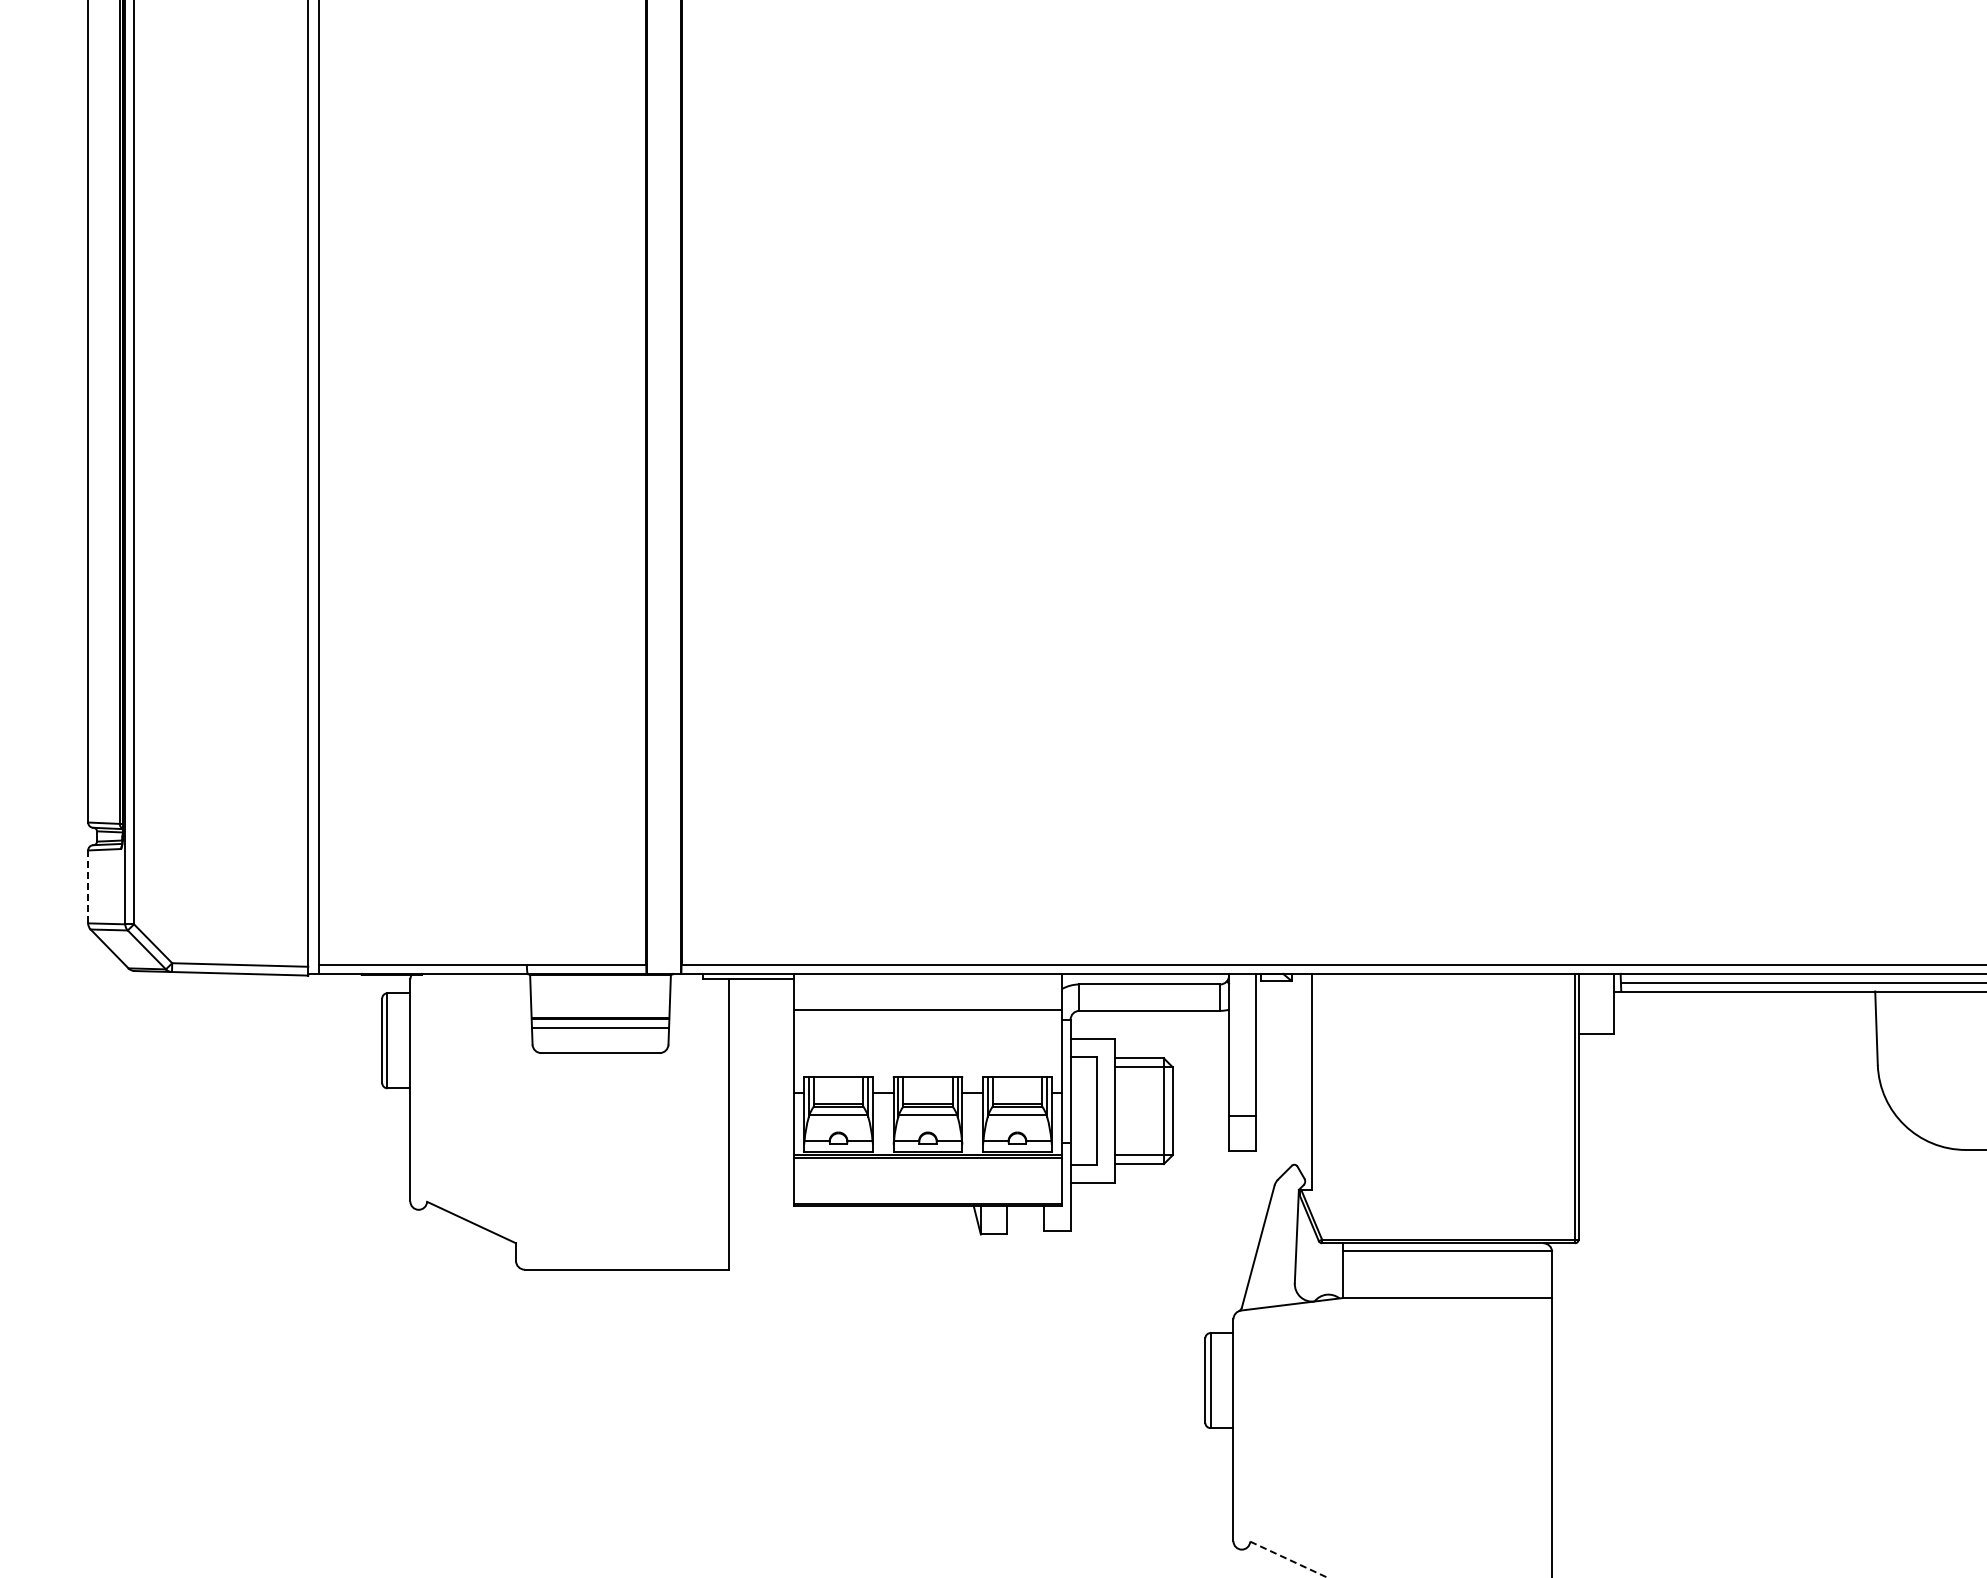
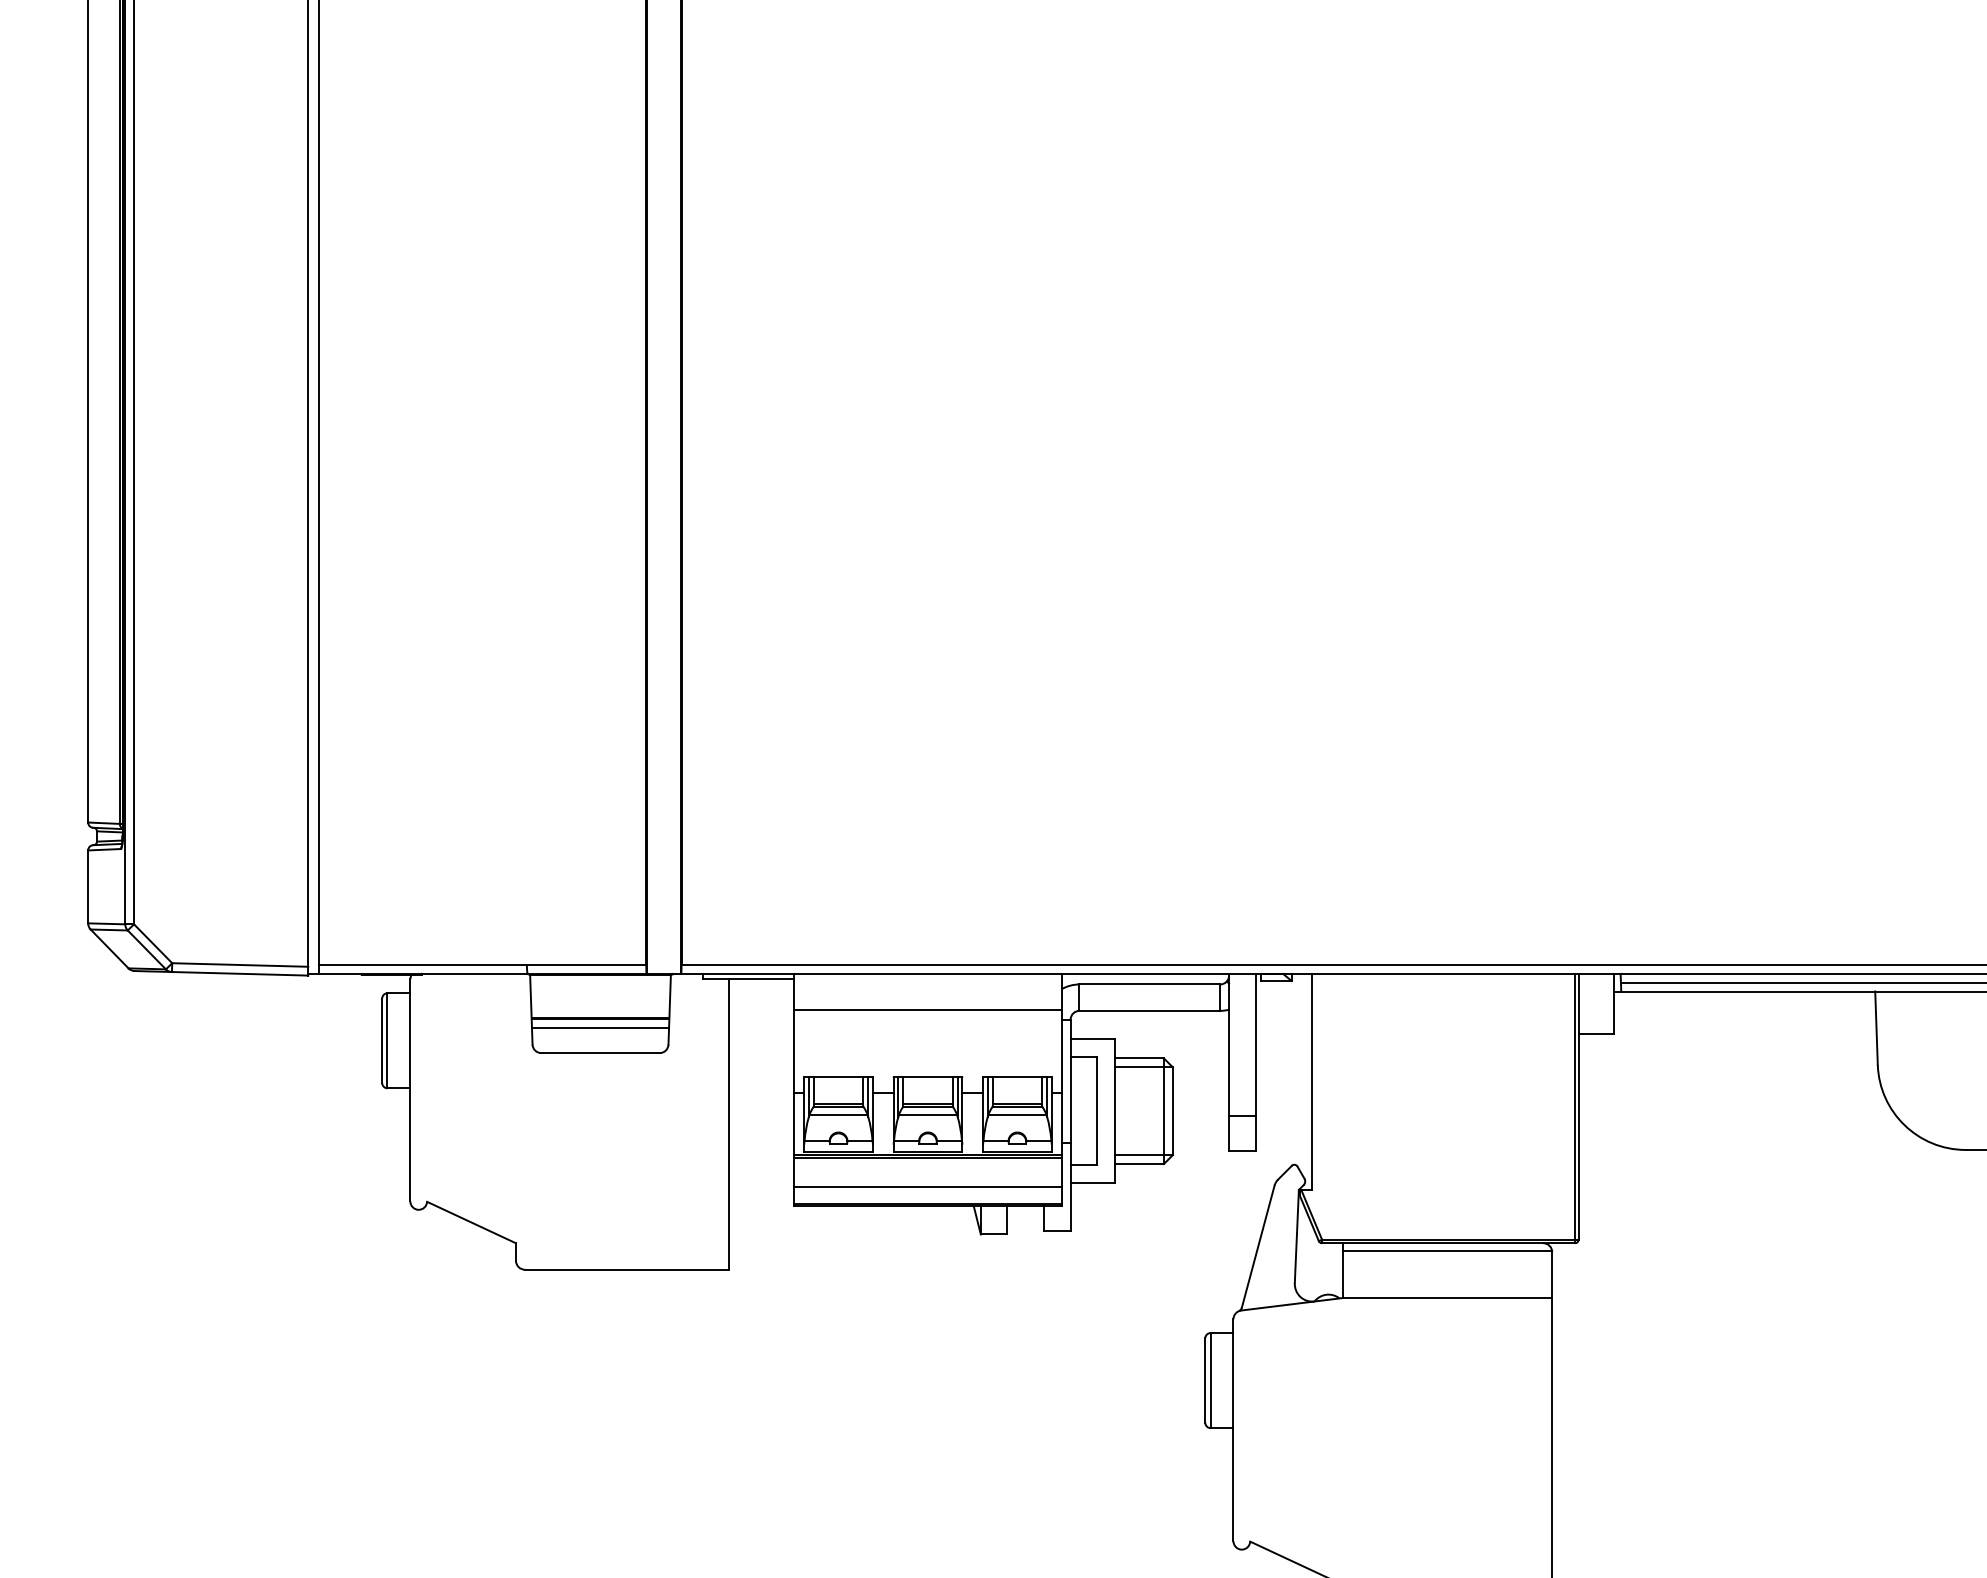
line at (88, 886): dashed -> solid
line at (927, 1186): none -> present
line at (1288, 1559): dashed -> solid
